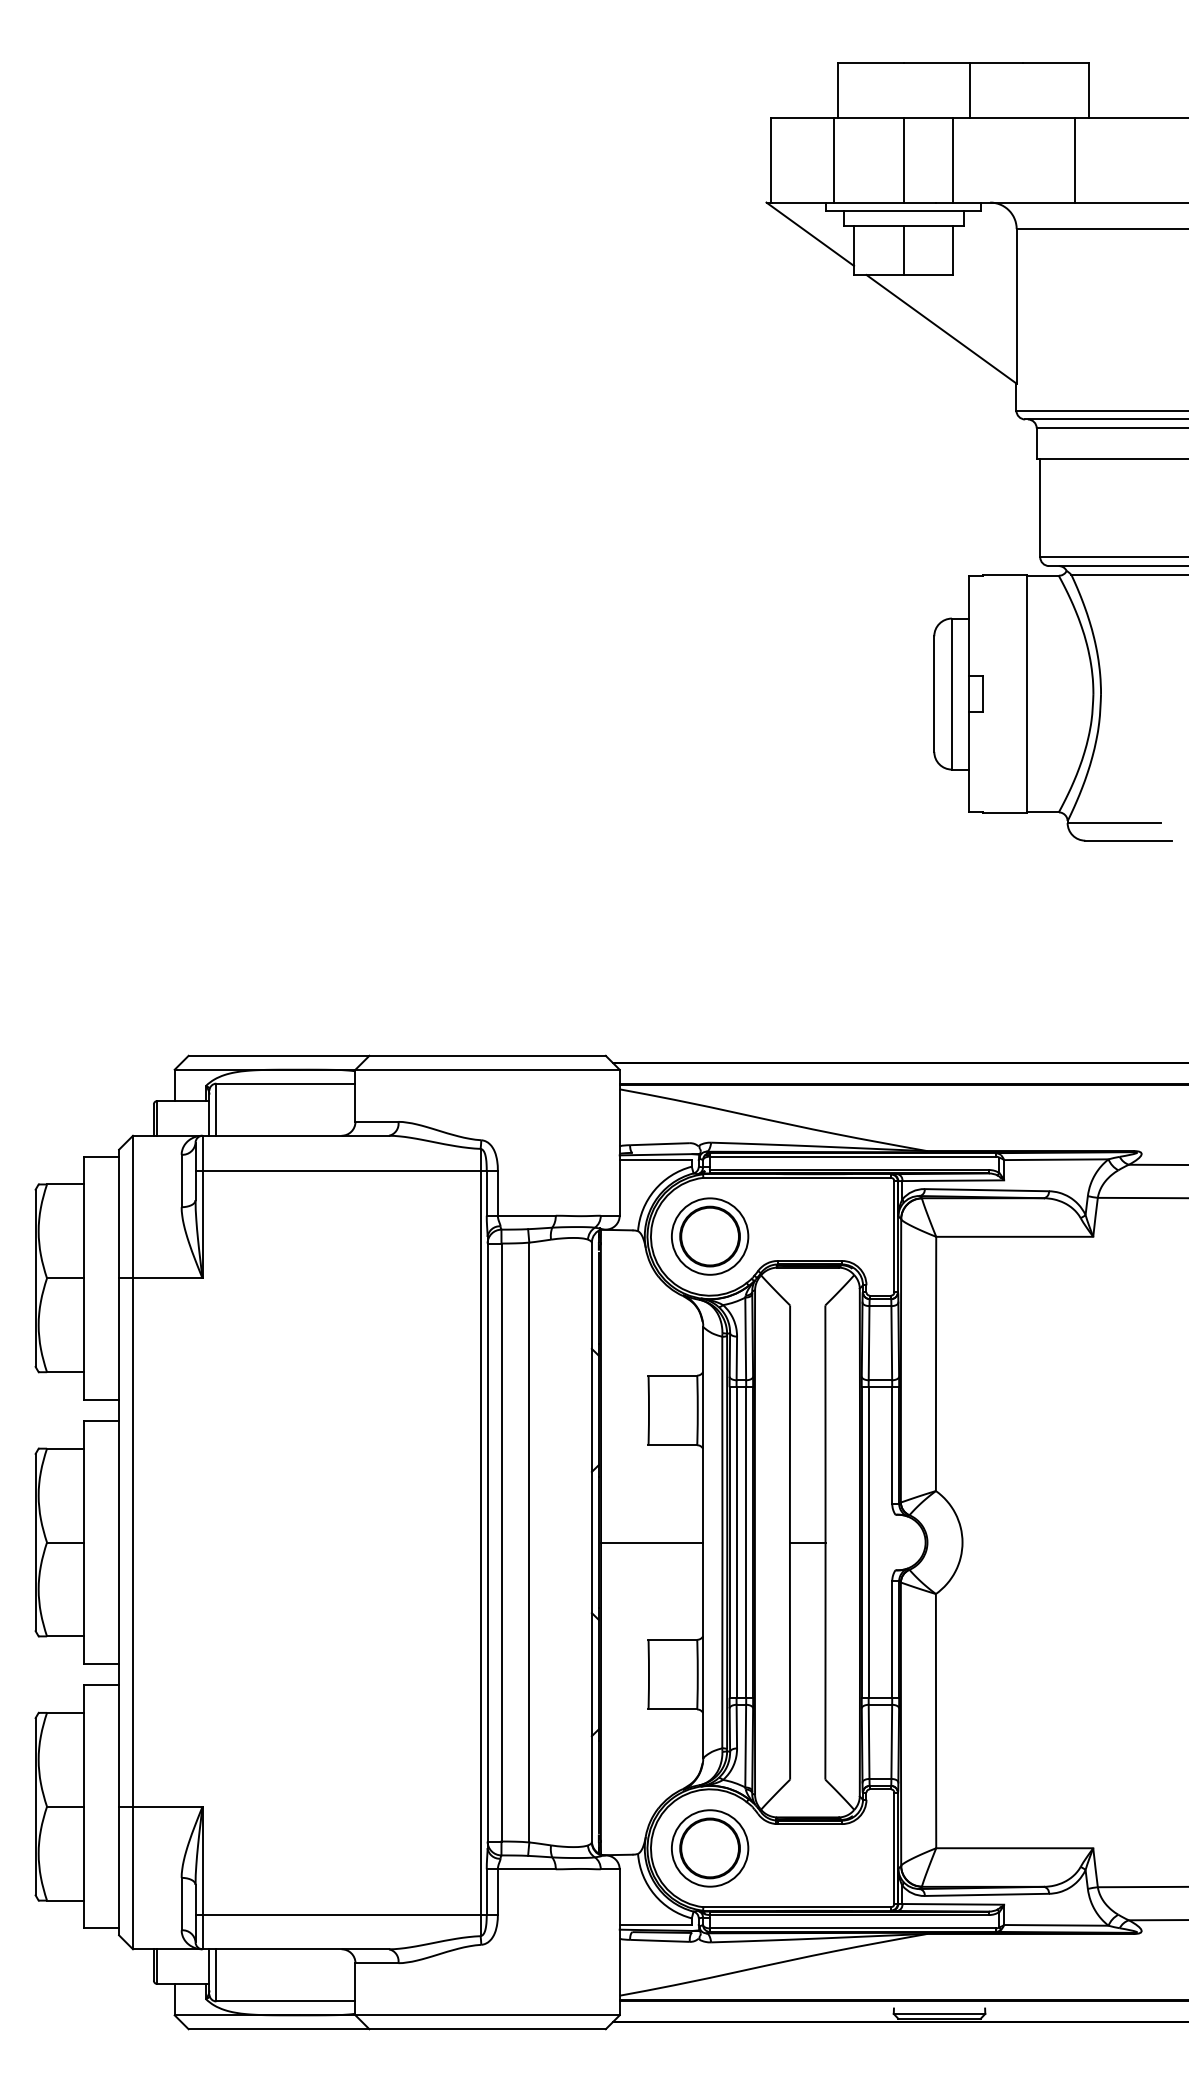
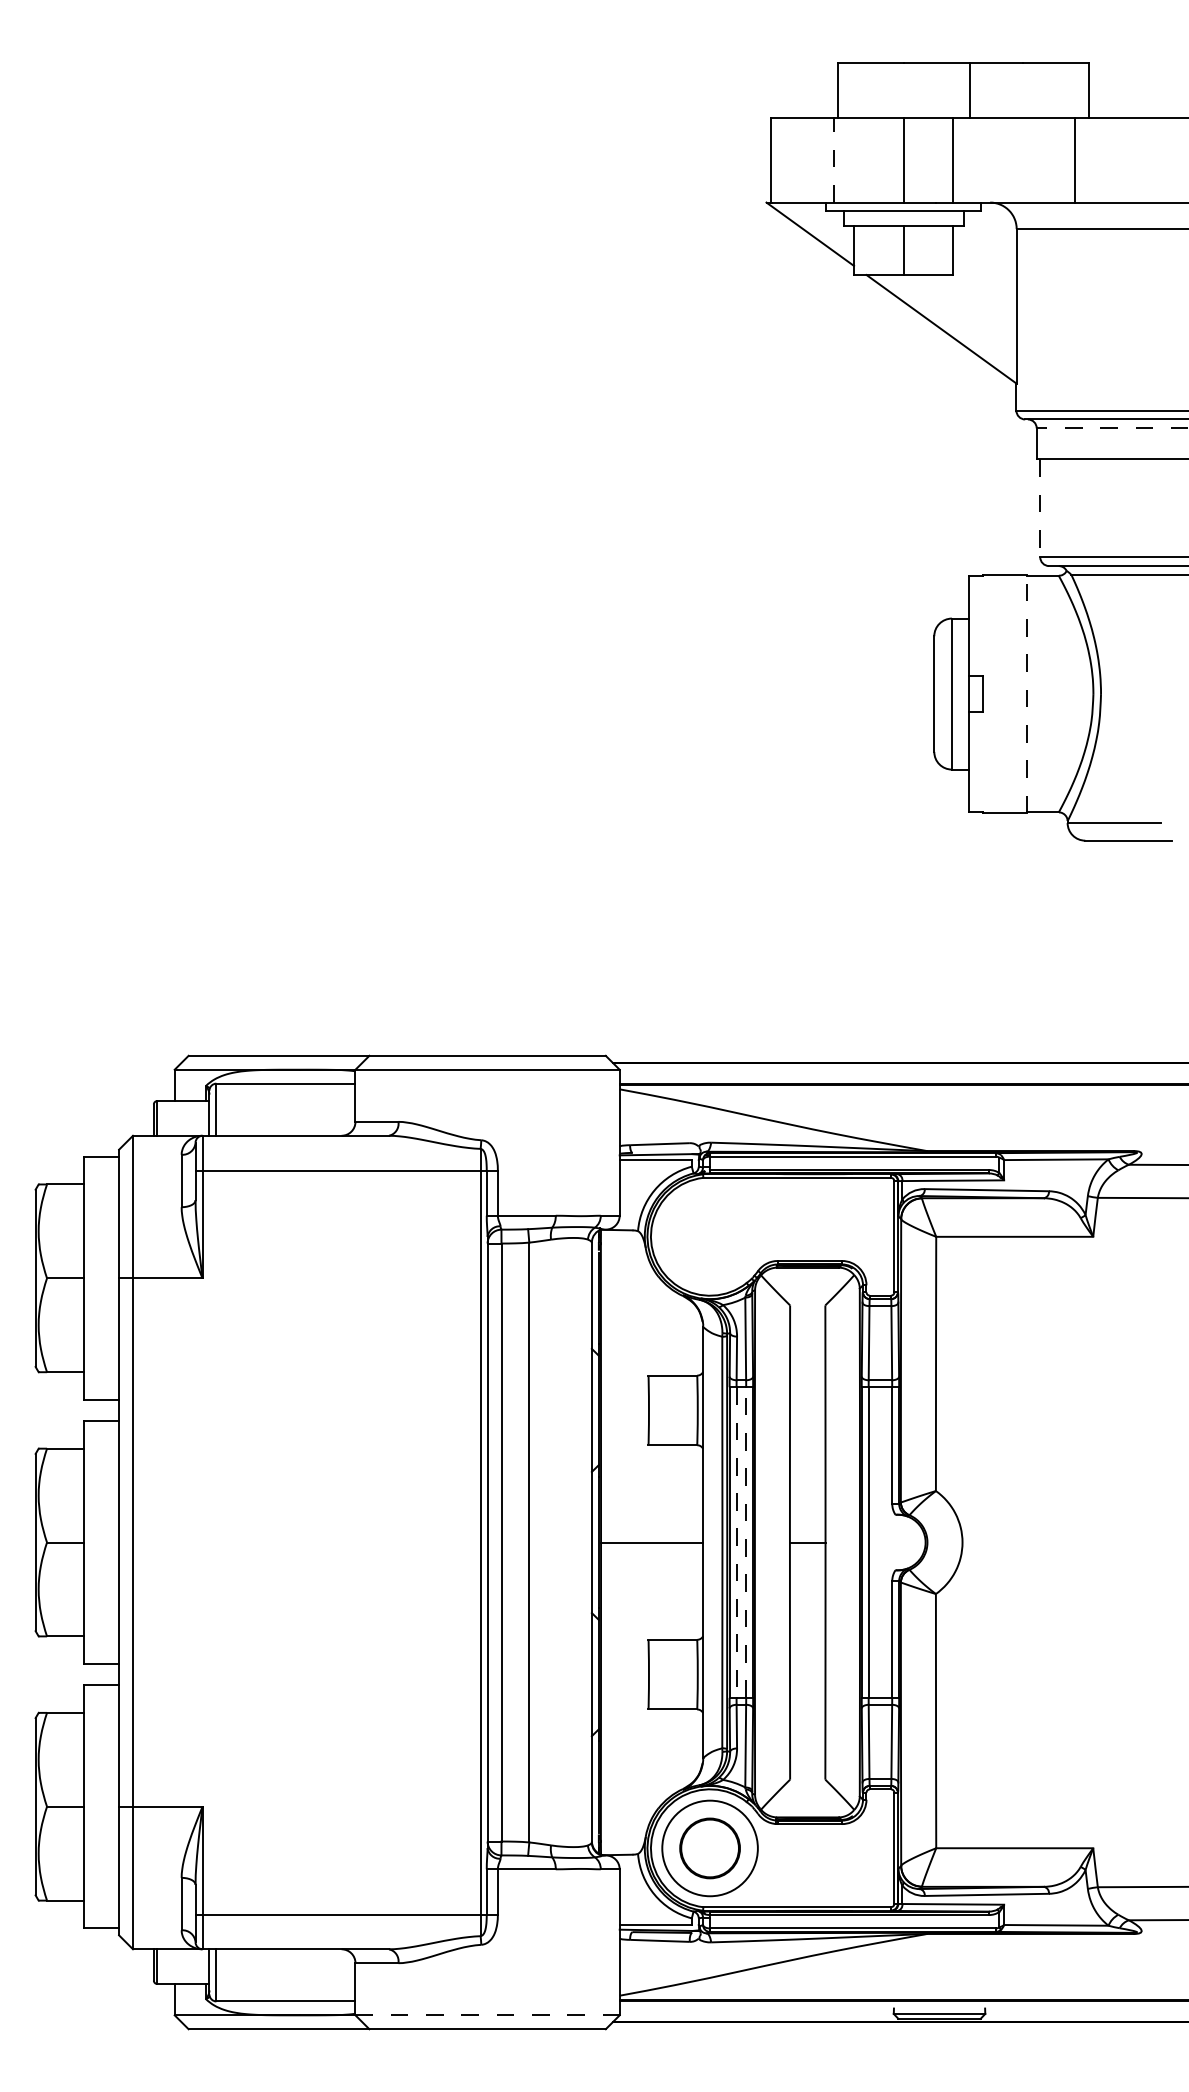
line at (833, 159): solid -> dashed
line at (1112, 428): solid -> dashed
line at (1040, 508): solid -> dashed
line at (1027, 693): solid -> dashed
part at (710, 1236): present -> none
line at (746, 1542): solid -> dashed
line at (736, 1543): solid -> dashed
circle at (709, 1848) diameter: 76 px -> 96 px
line at (488, 2015): solid -> dashed
